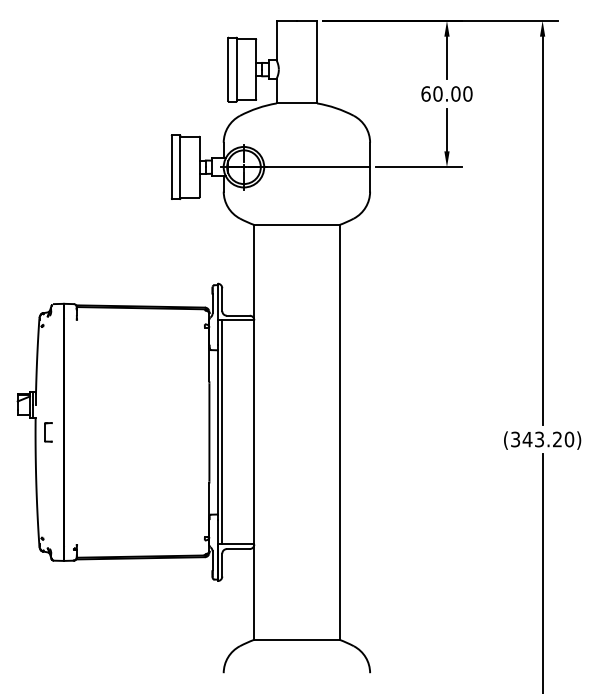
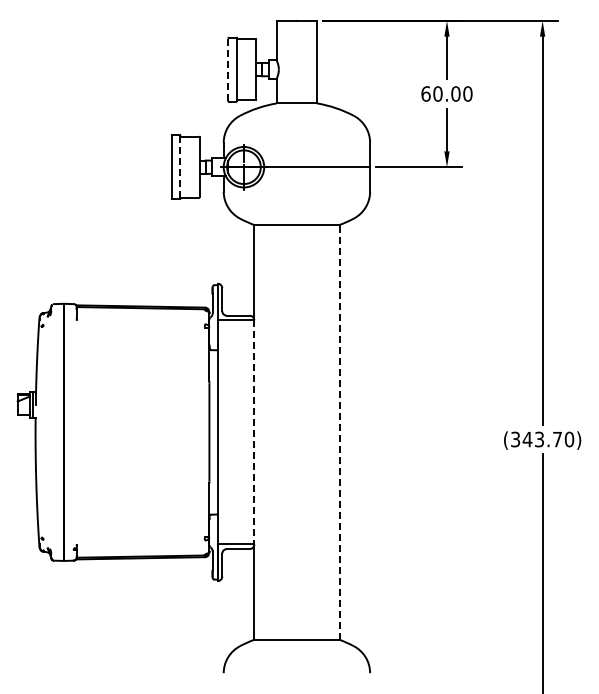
line at (228, 69): solid -> dashed
line at (180, 167): solid -> dashed
line at (339, 431): solid -> dashed
part at (48, 432): present -> none
line at (222, 432): present -> none
line at (254, 432): solid -> dashed
text at (557, 439): (343.20) -> (343.70)
